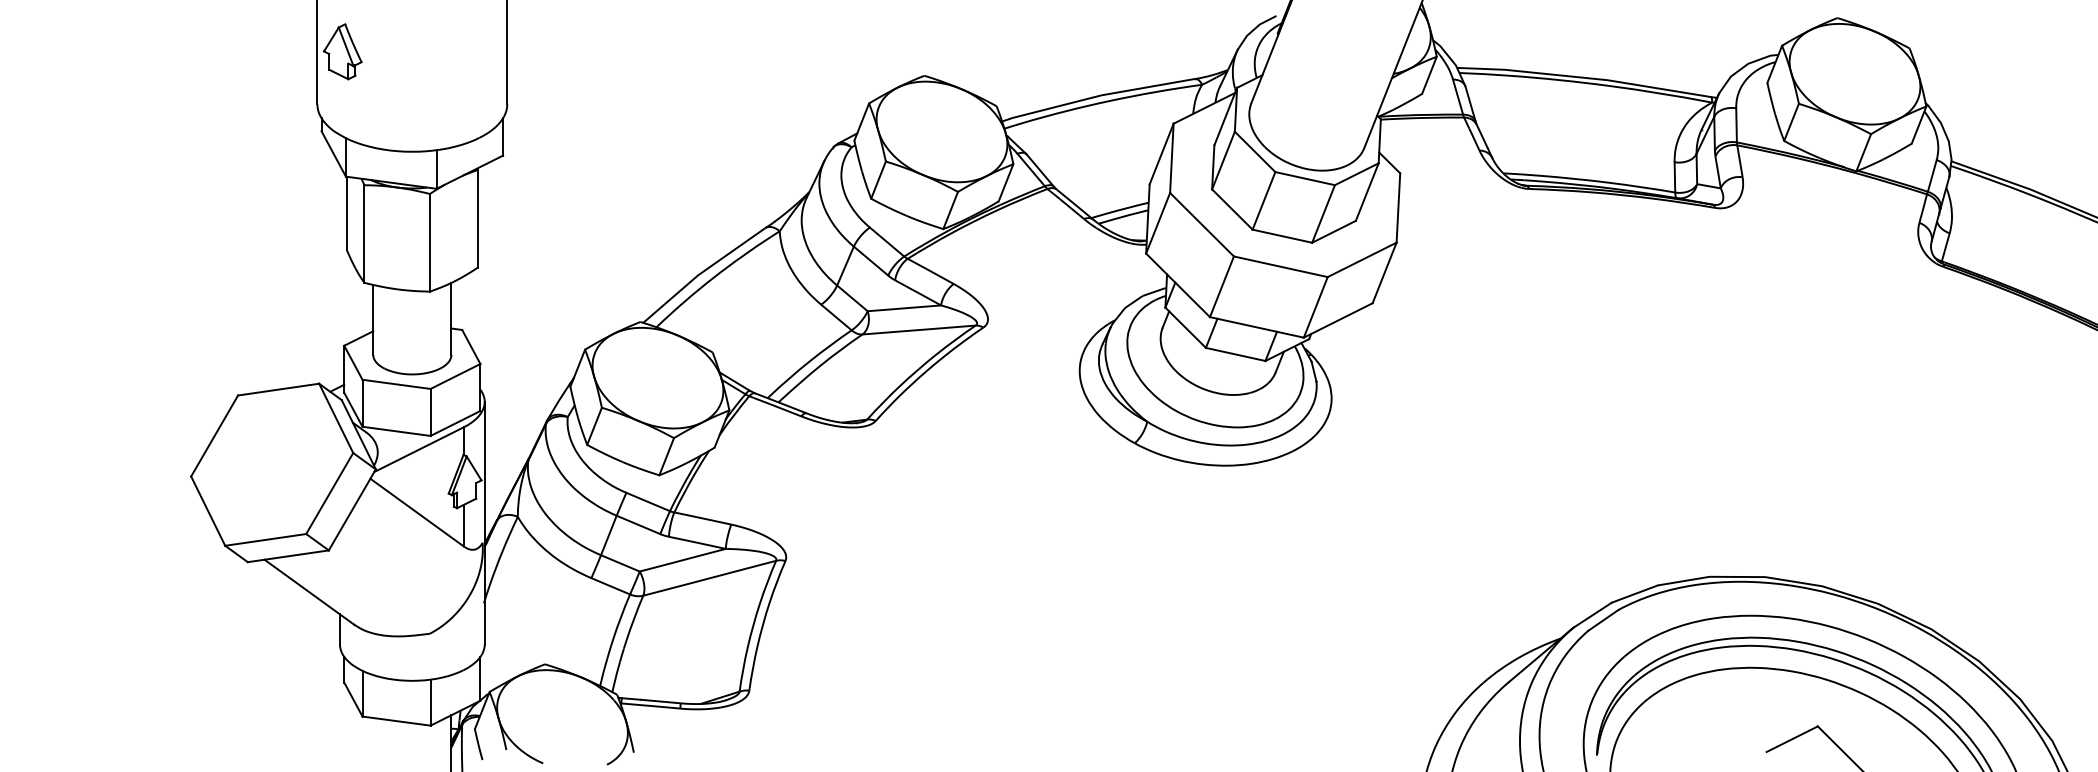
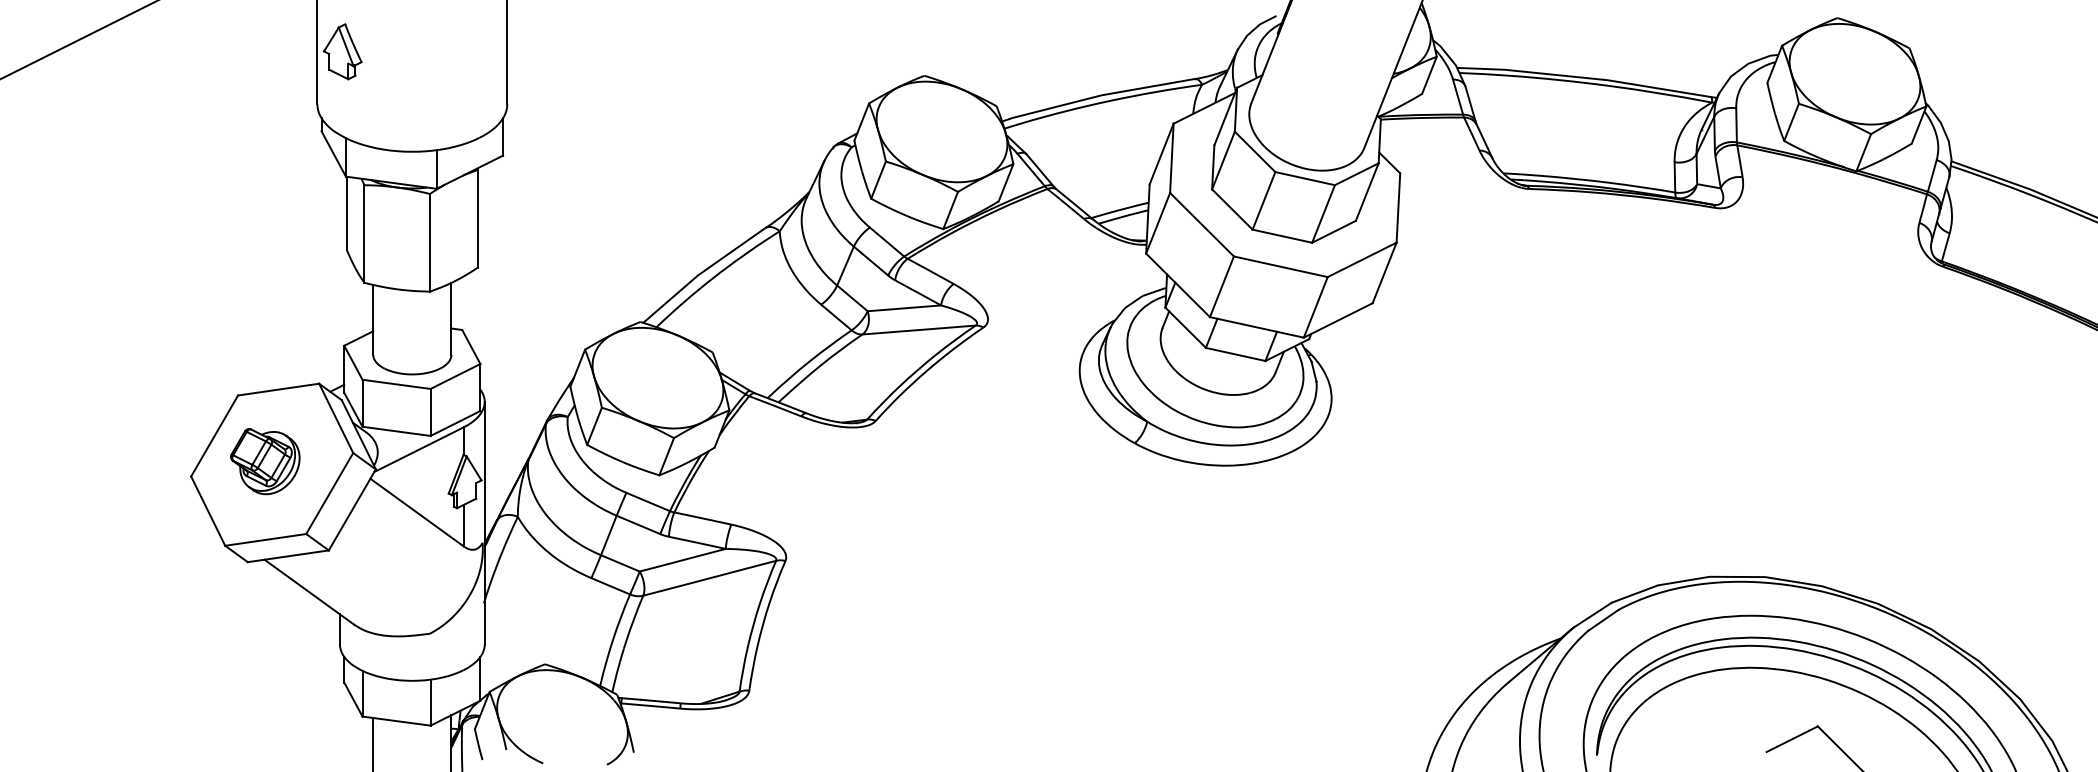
line at (78, 40): none -> present
part at (265, 461): none -> present
line at (373, 743): none -> present
